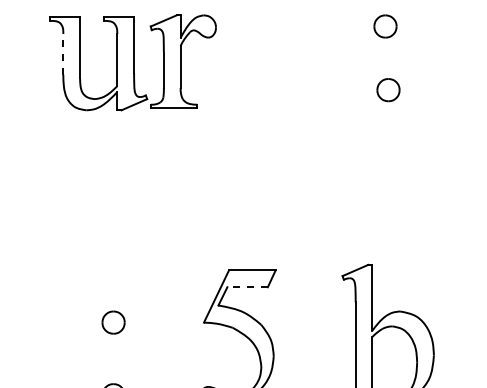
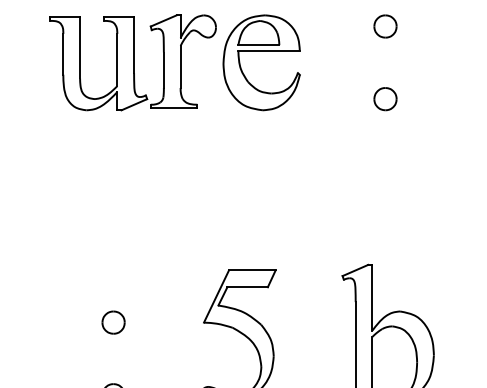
part at (261, 51): none -> present
line at (63, 53): dashed -> solid
part at (388, 90) position: (388, 90) -> (385, 99)
line at (247, 287): dashed -> solid
